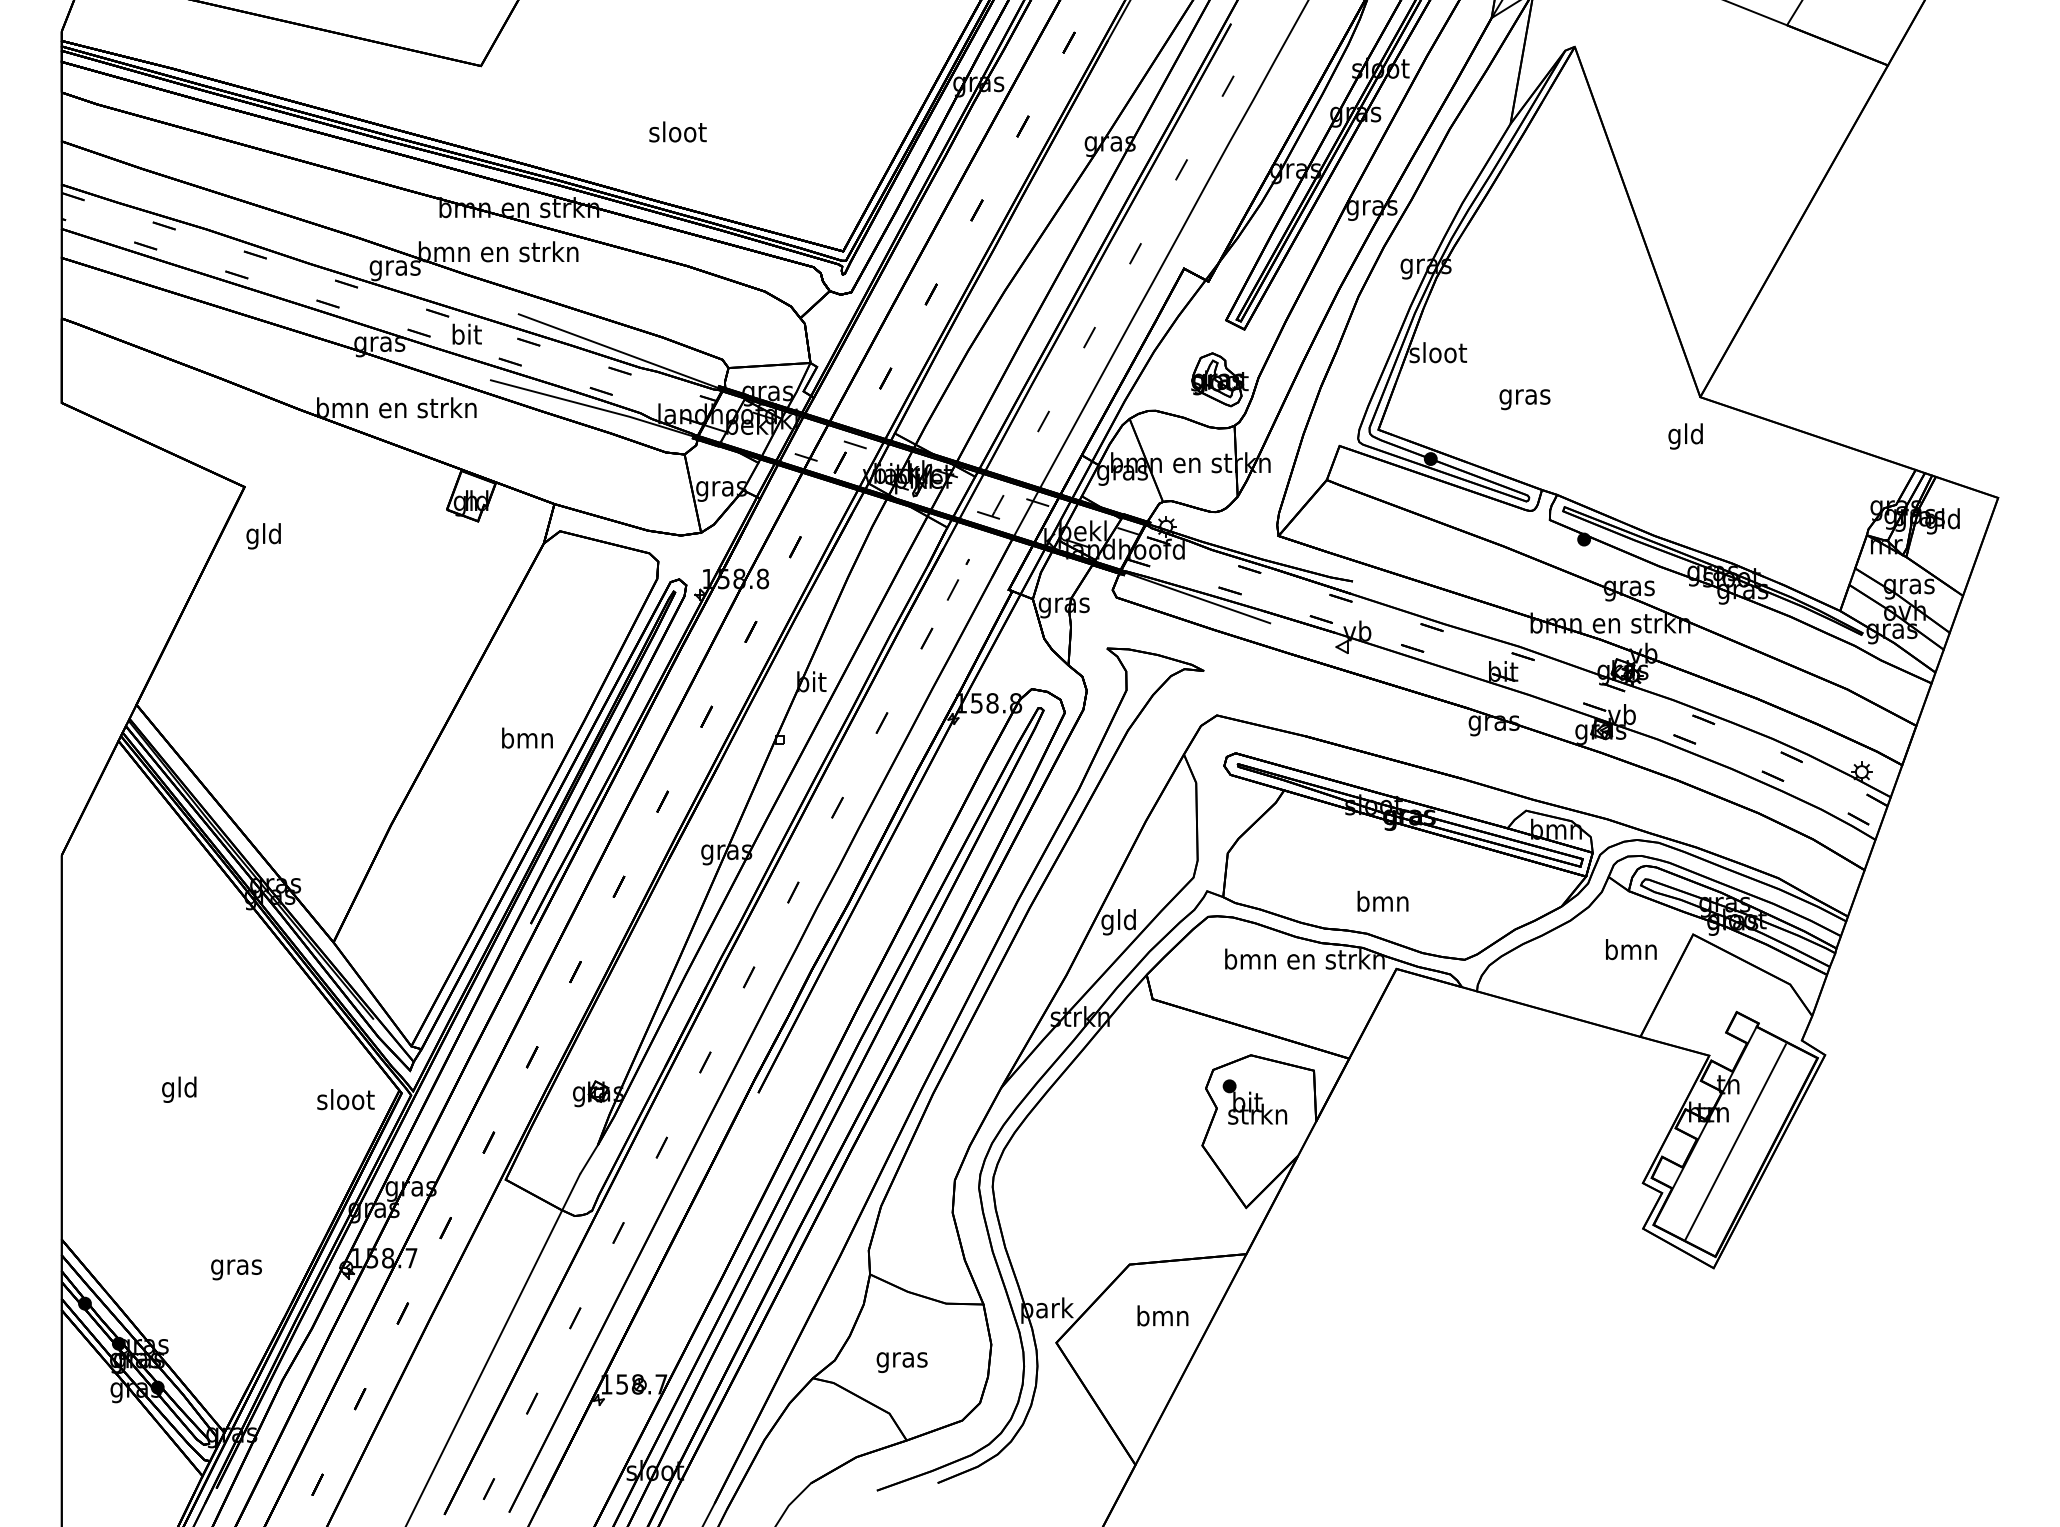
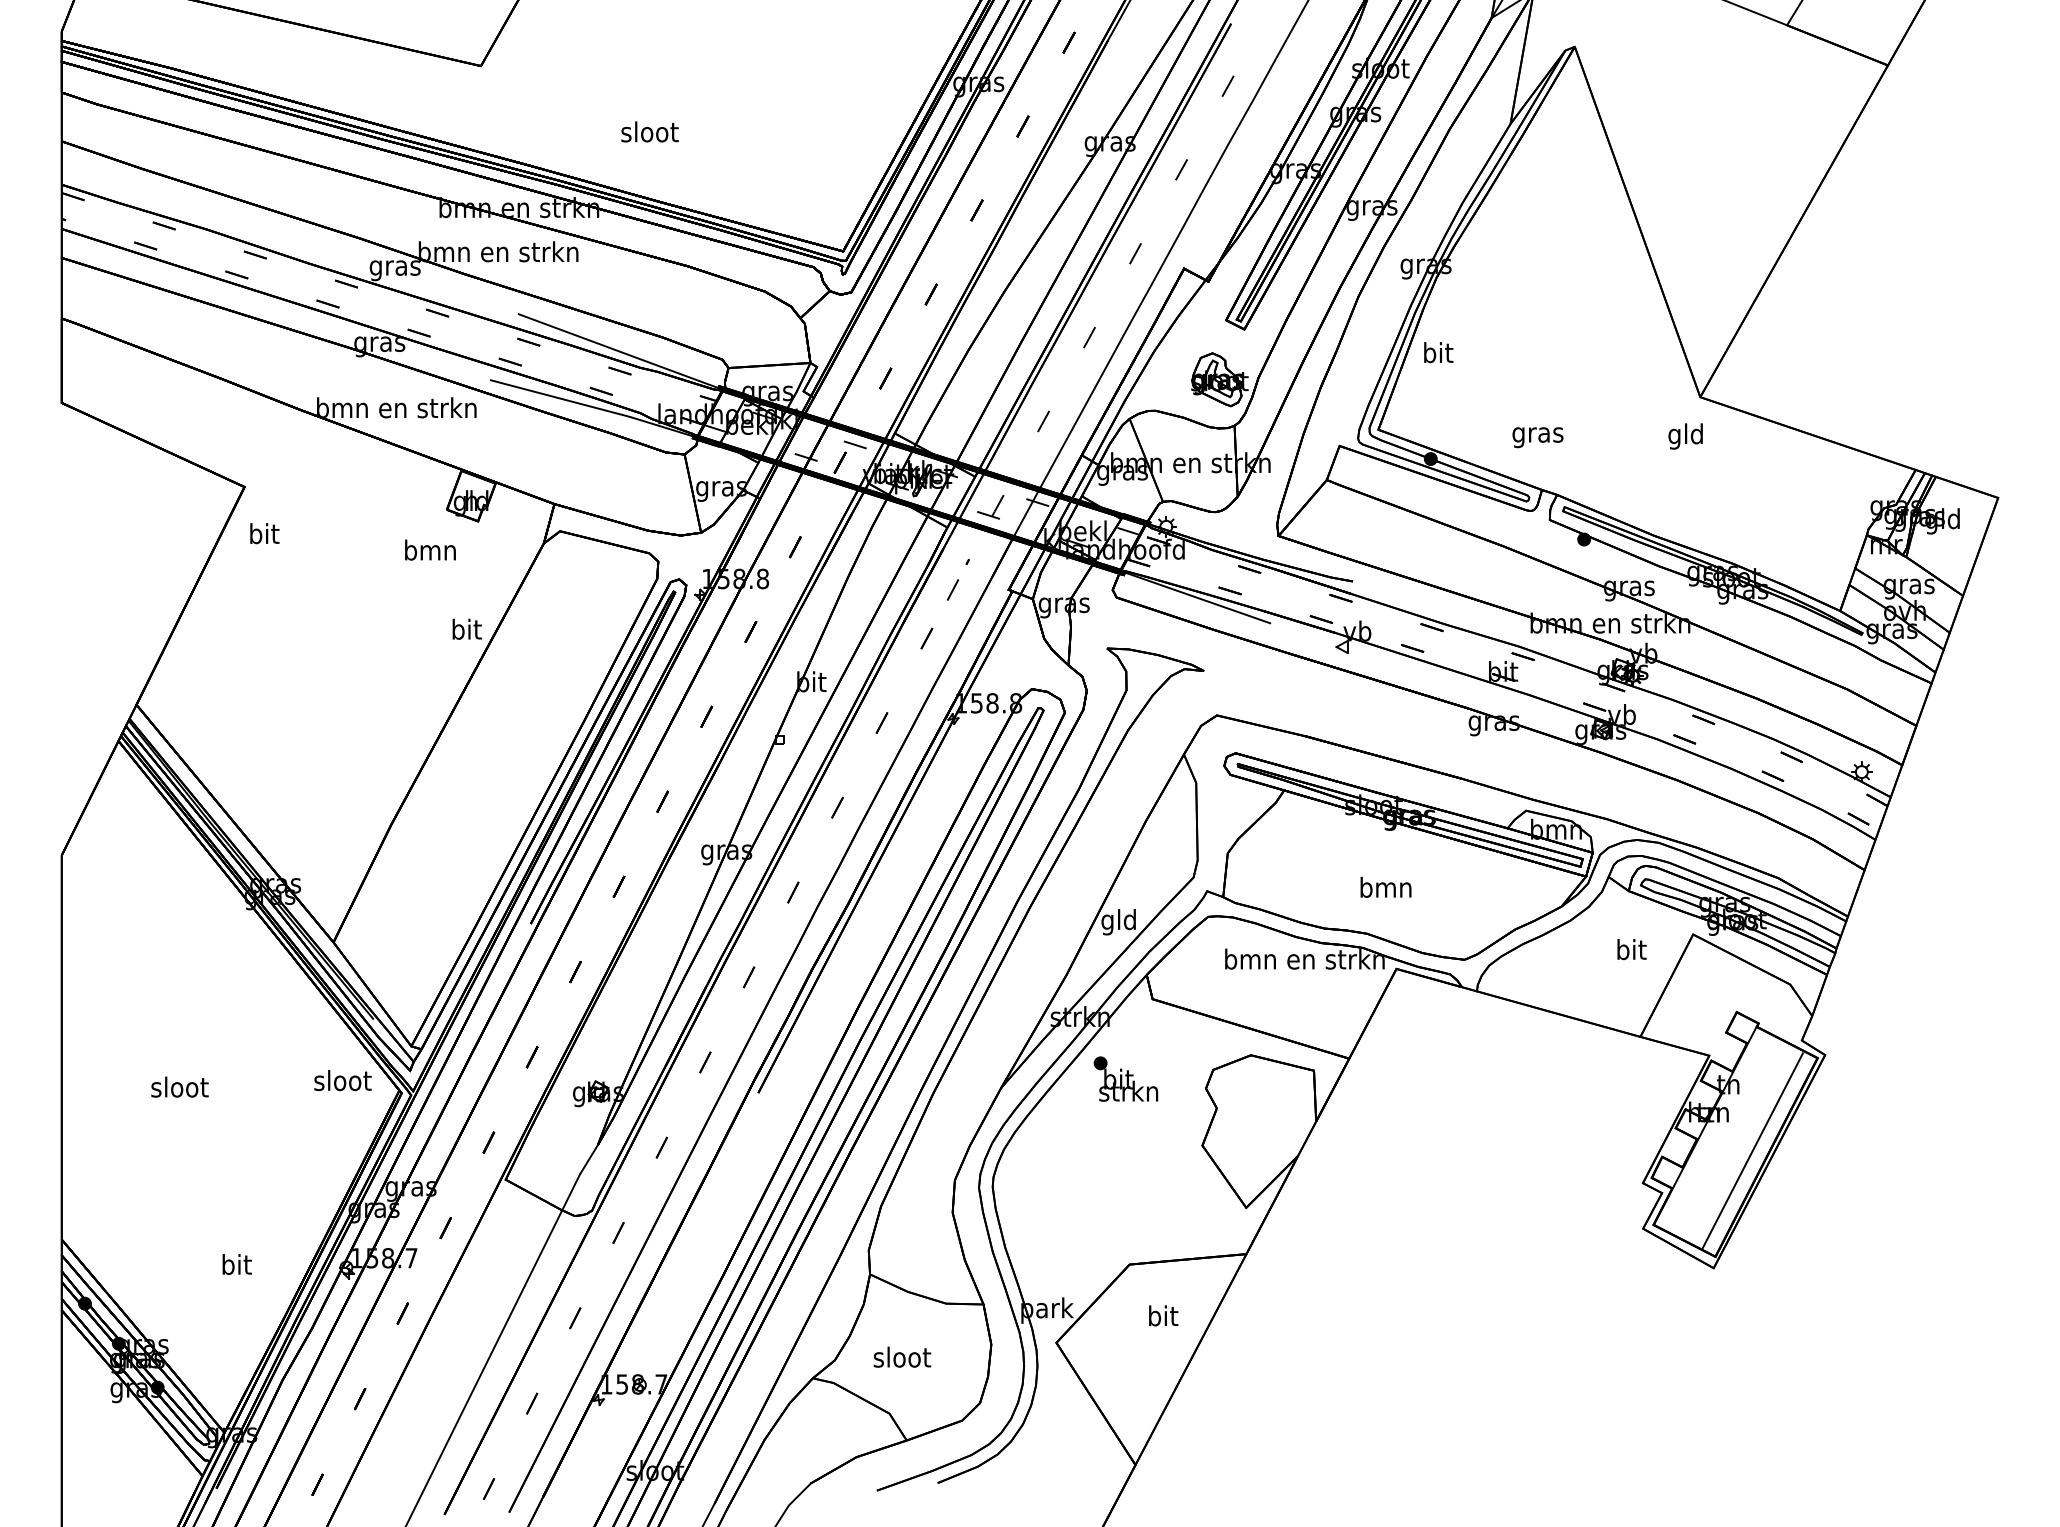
text at (677, 131) position: (677, 131) -> (649, 131)
text at (466, 333) position: (466, 333) -> (466, 628)
text at (1438, 352): sloot -> bit
text at (1524, 399) position: (1524, 399) -> (1537, 437)
text at (263, 536): gld -> bit
text at (527, 737) position: (527, 737) -> (430, 549)
text at (1382, 900) position: (1382, 900) -> (1385, 886)
text at (1631, 949): bmn -> bit
text at (179, 1089): gld -> sloot
text at (345, 1099) position: (345, 1099) -> (342, 1080)
part at (1254, 1101) position: (1254, 1101) -> (1125, 1078)
line at (1735, 1141) position: (1735, 1141) -> (1752, 1150)
text at (236, 1267): gras -> bit
text at (1162, 1315): bmn -> bit
text at (902, 1359): gras -> sloot
